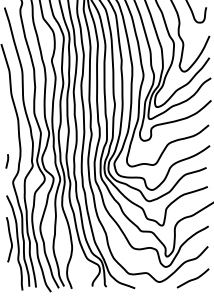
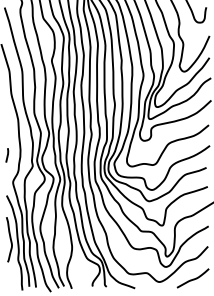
line at (7, 161) position: (7, 161) -> (7, 155)
